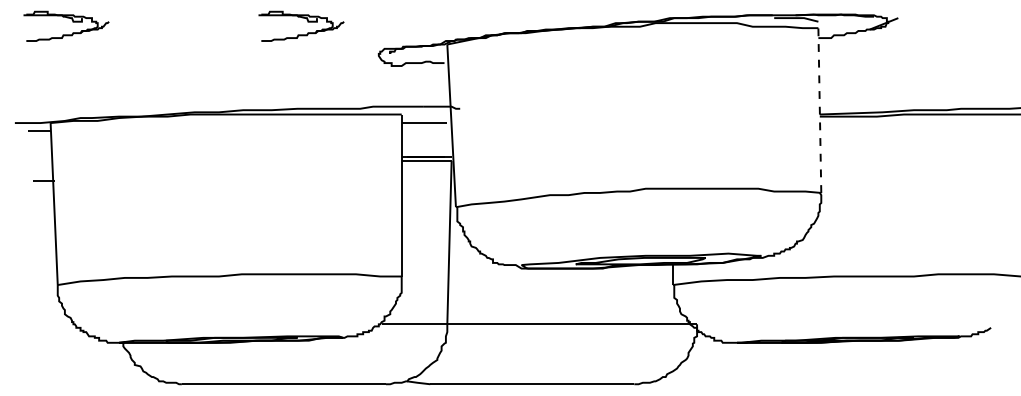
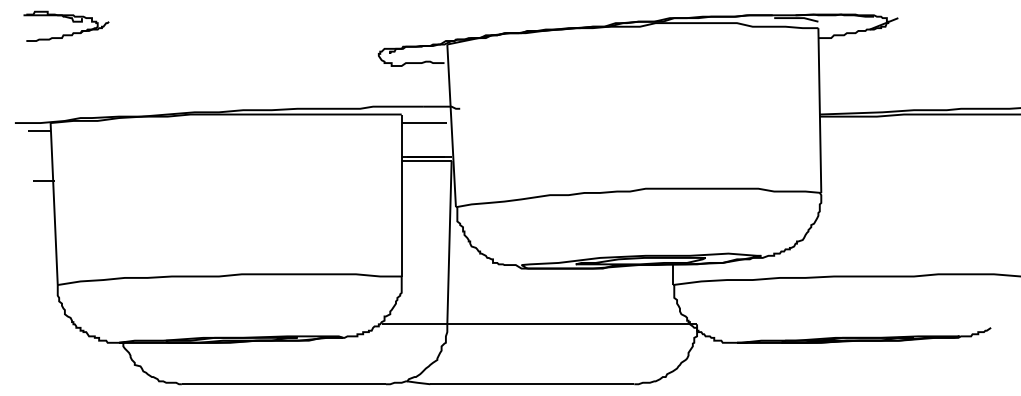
part at (307, 22): present -> none
line at (819, 110): dashed -> solid
